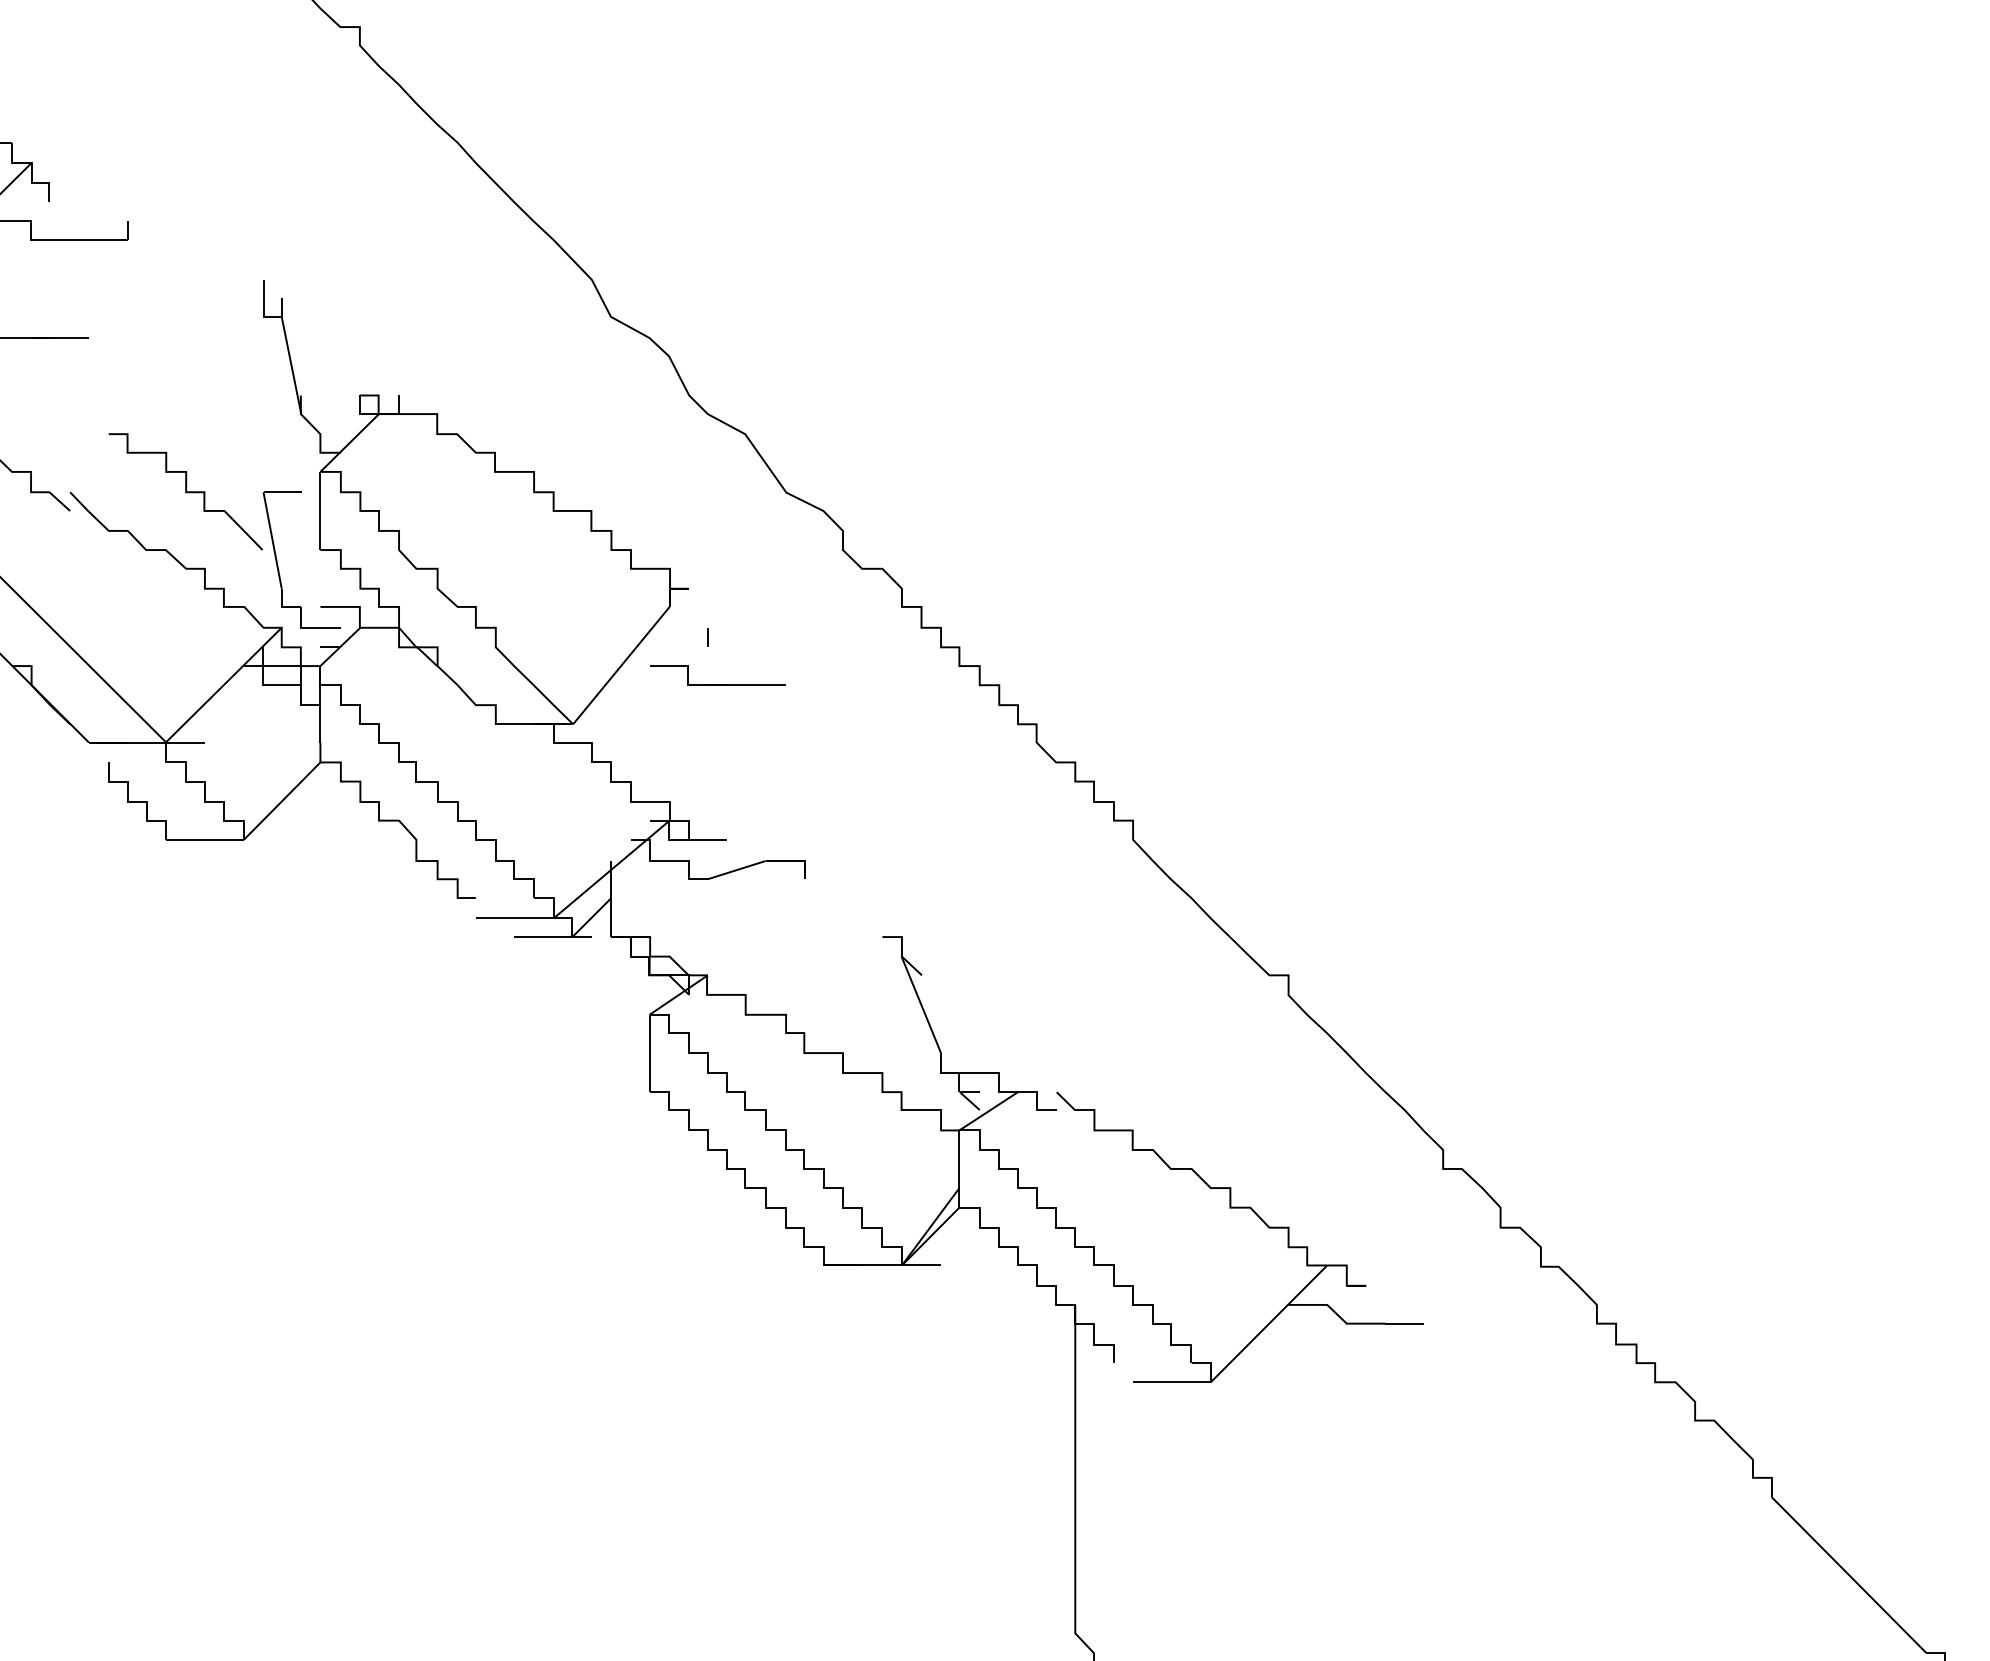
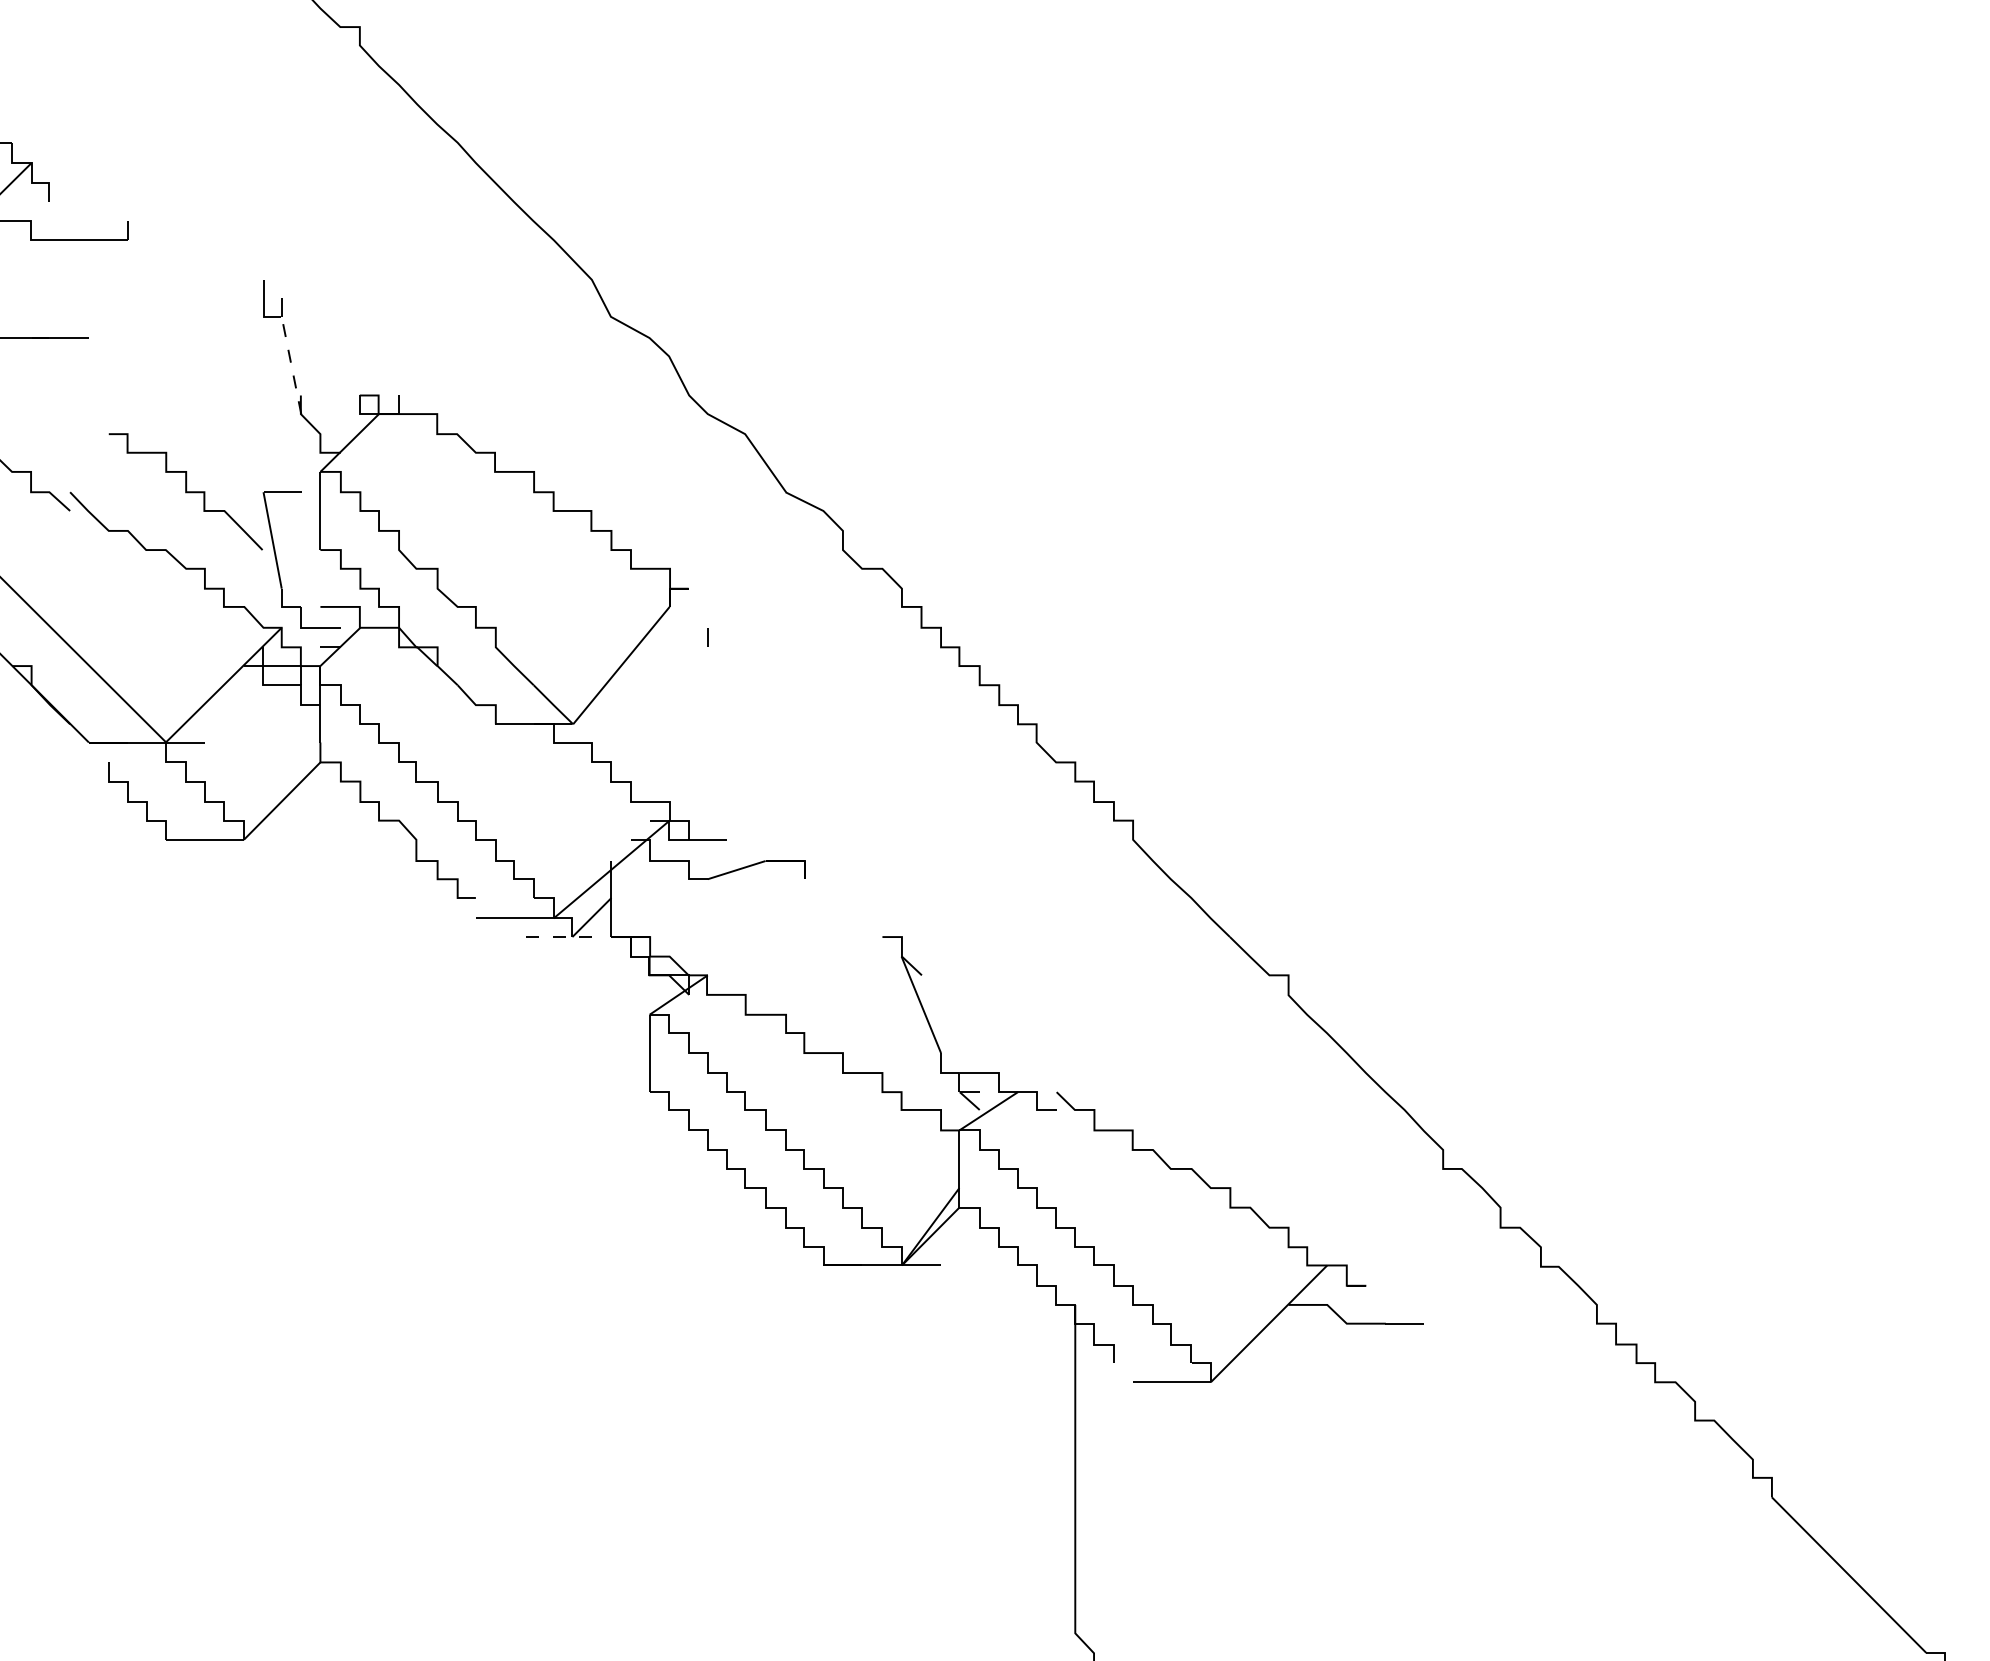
line at (291, 365): solid -> dashed
part at (717, 684): present -> none
line at (553, 937): solid -> dashed
